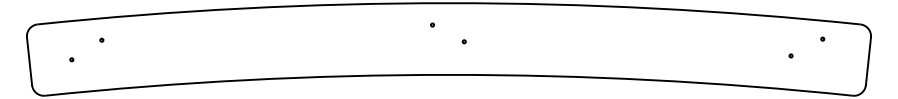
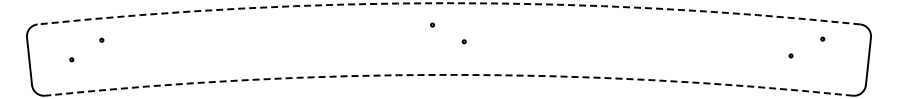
arc at (448, 3): solid -> dashed
arc at (448, 74): solid -> dashed
